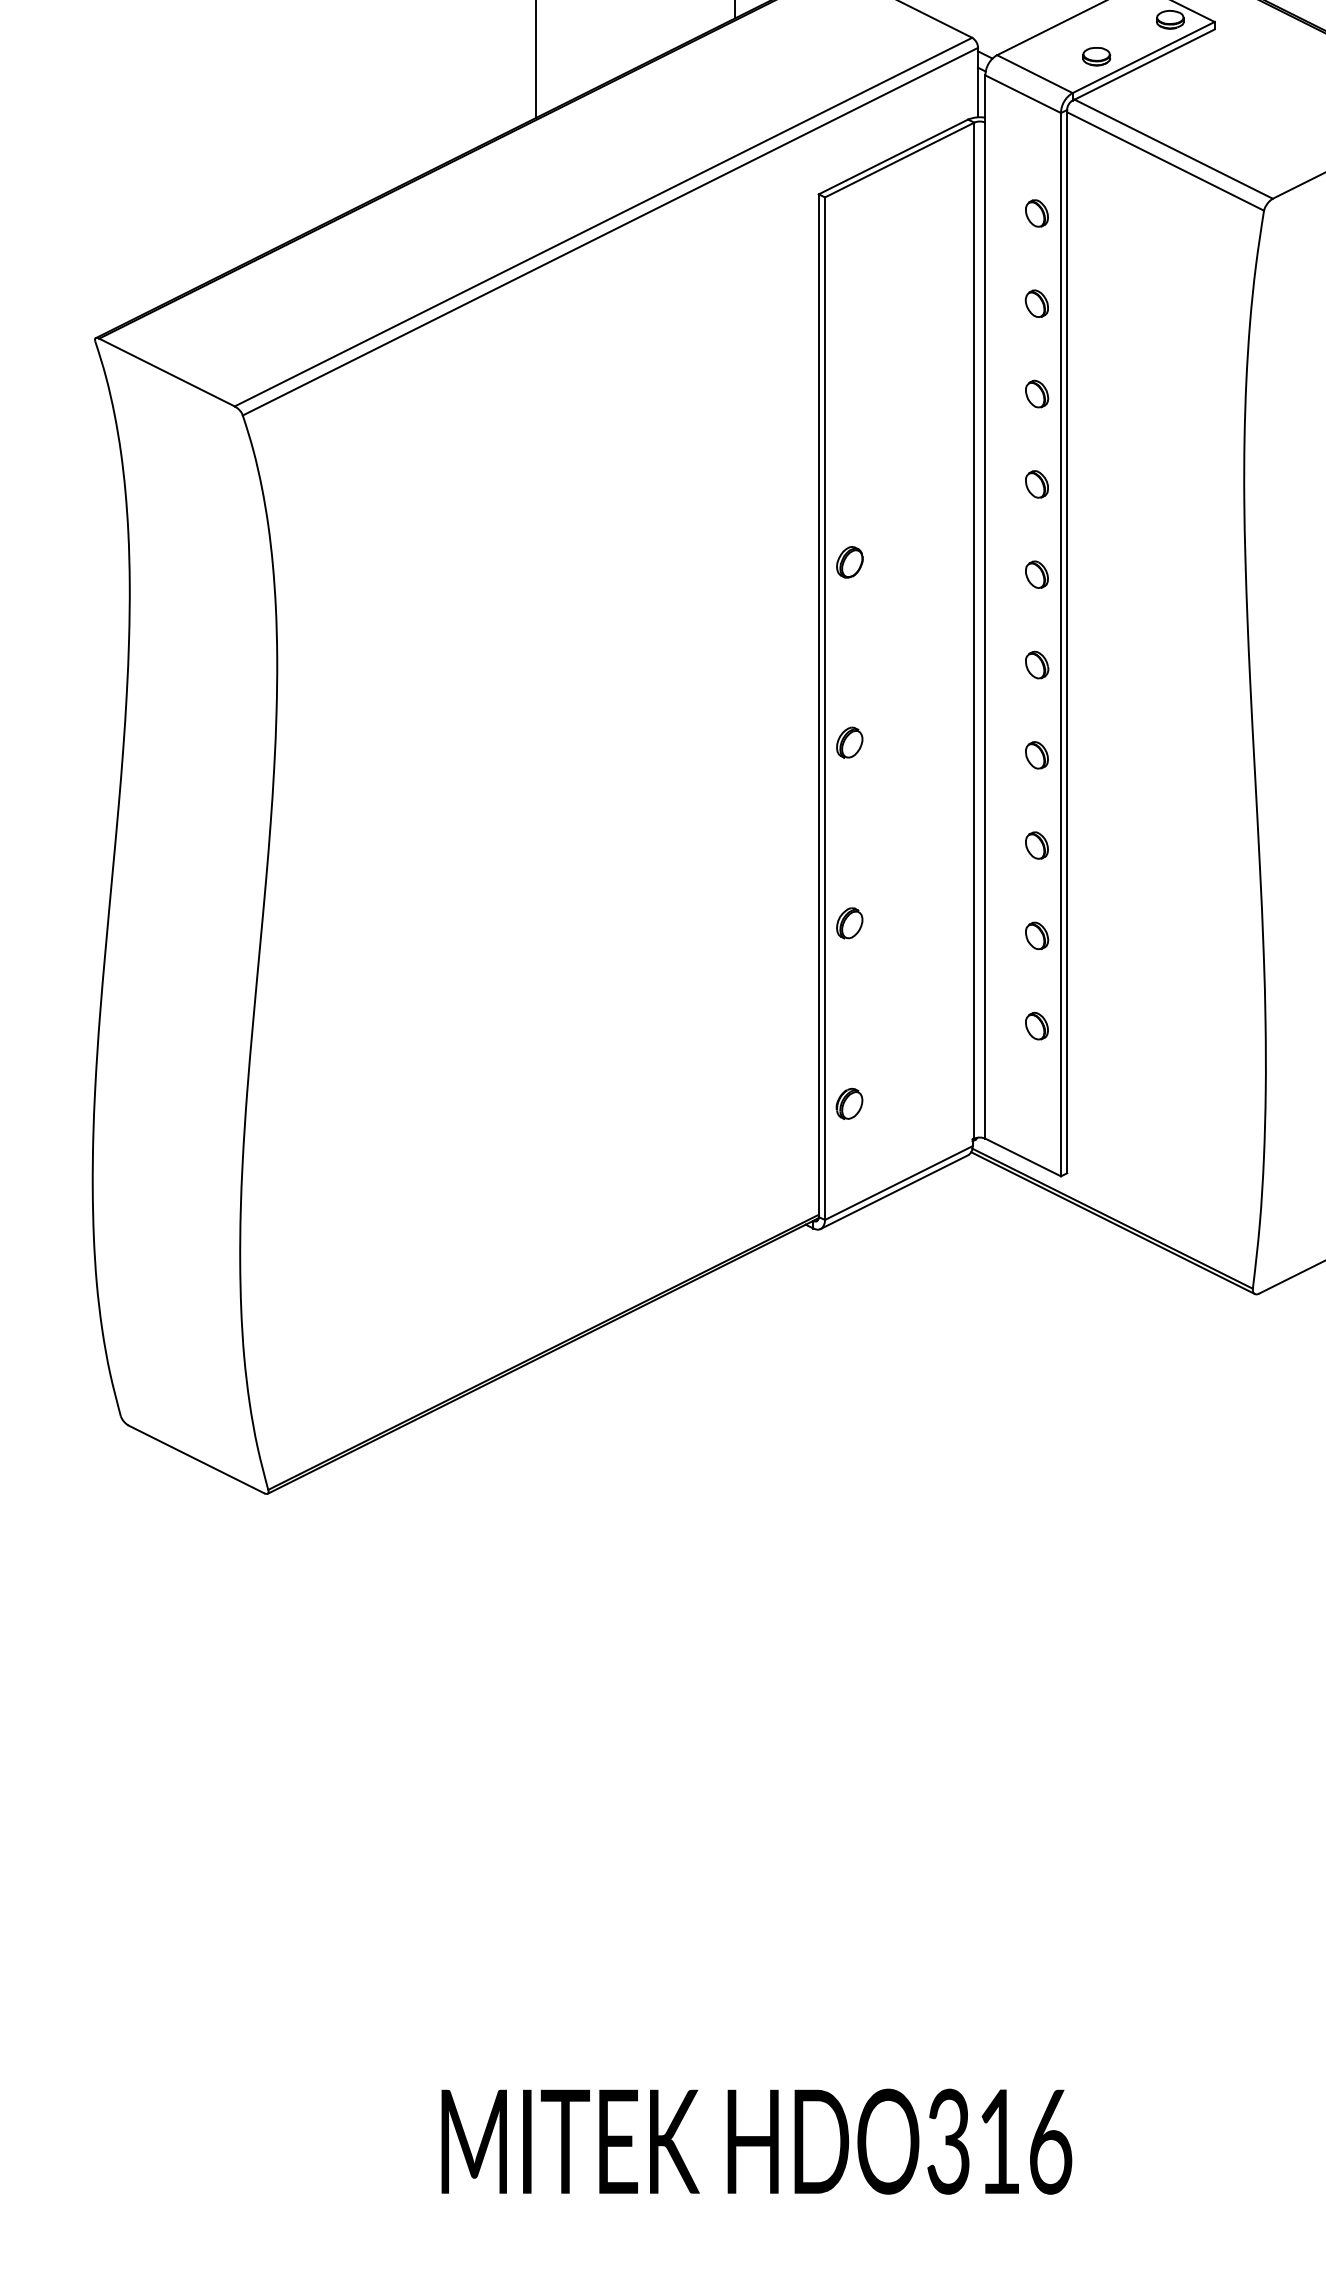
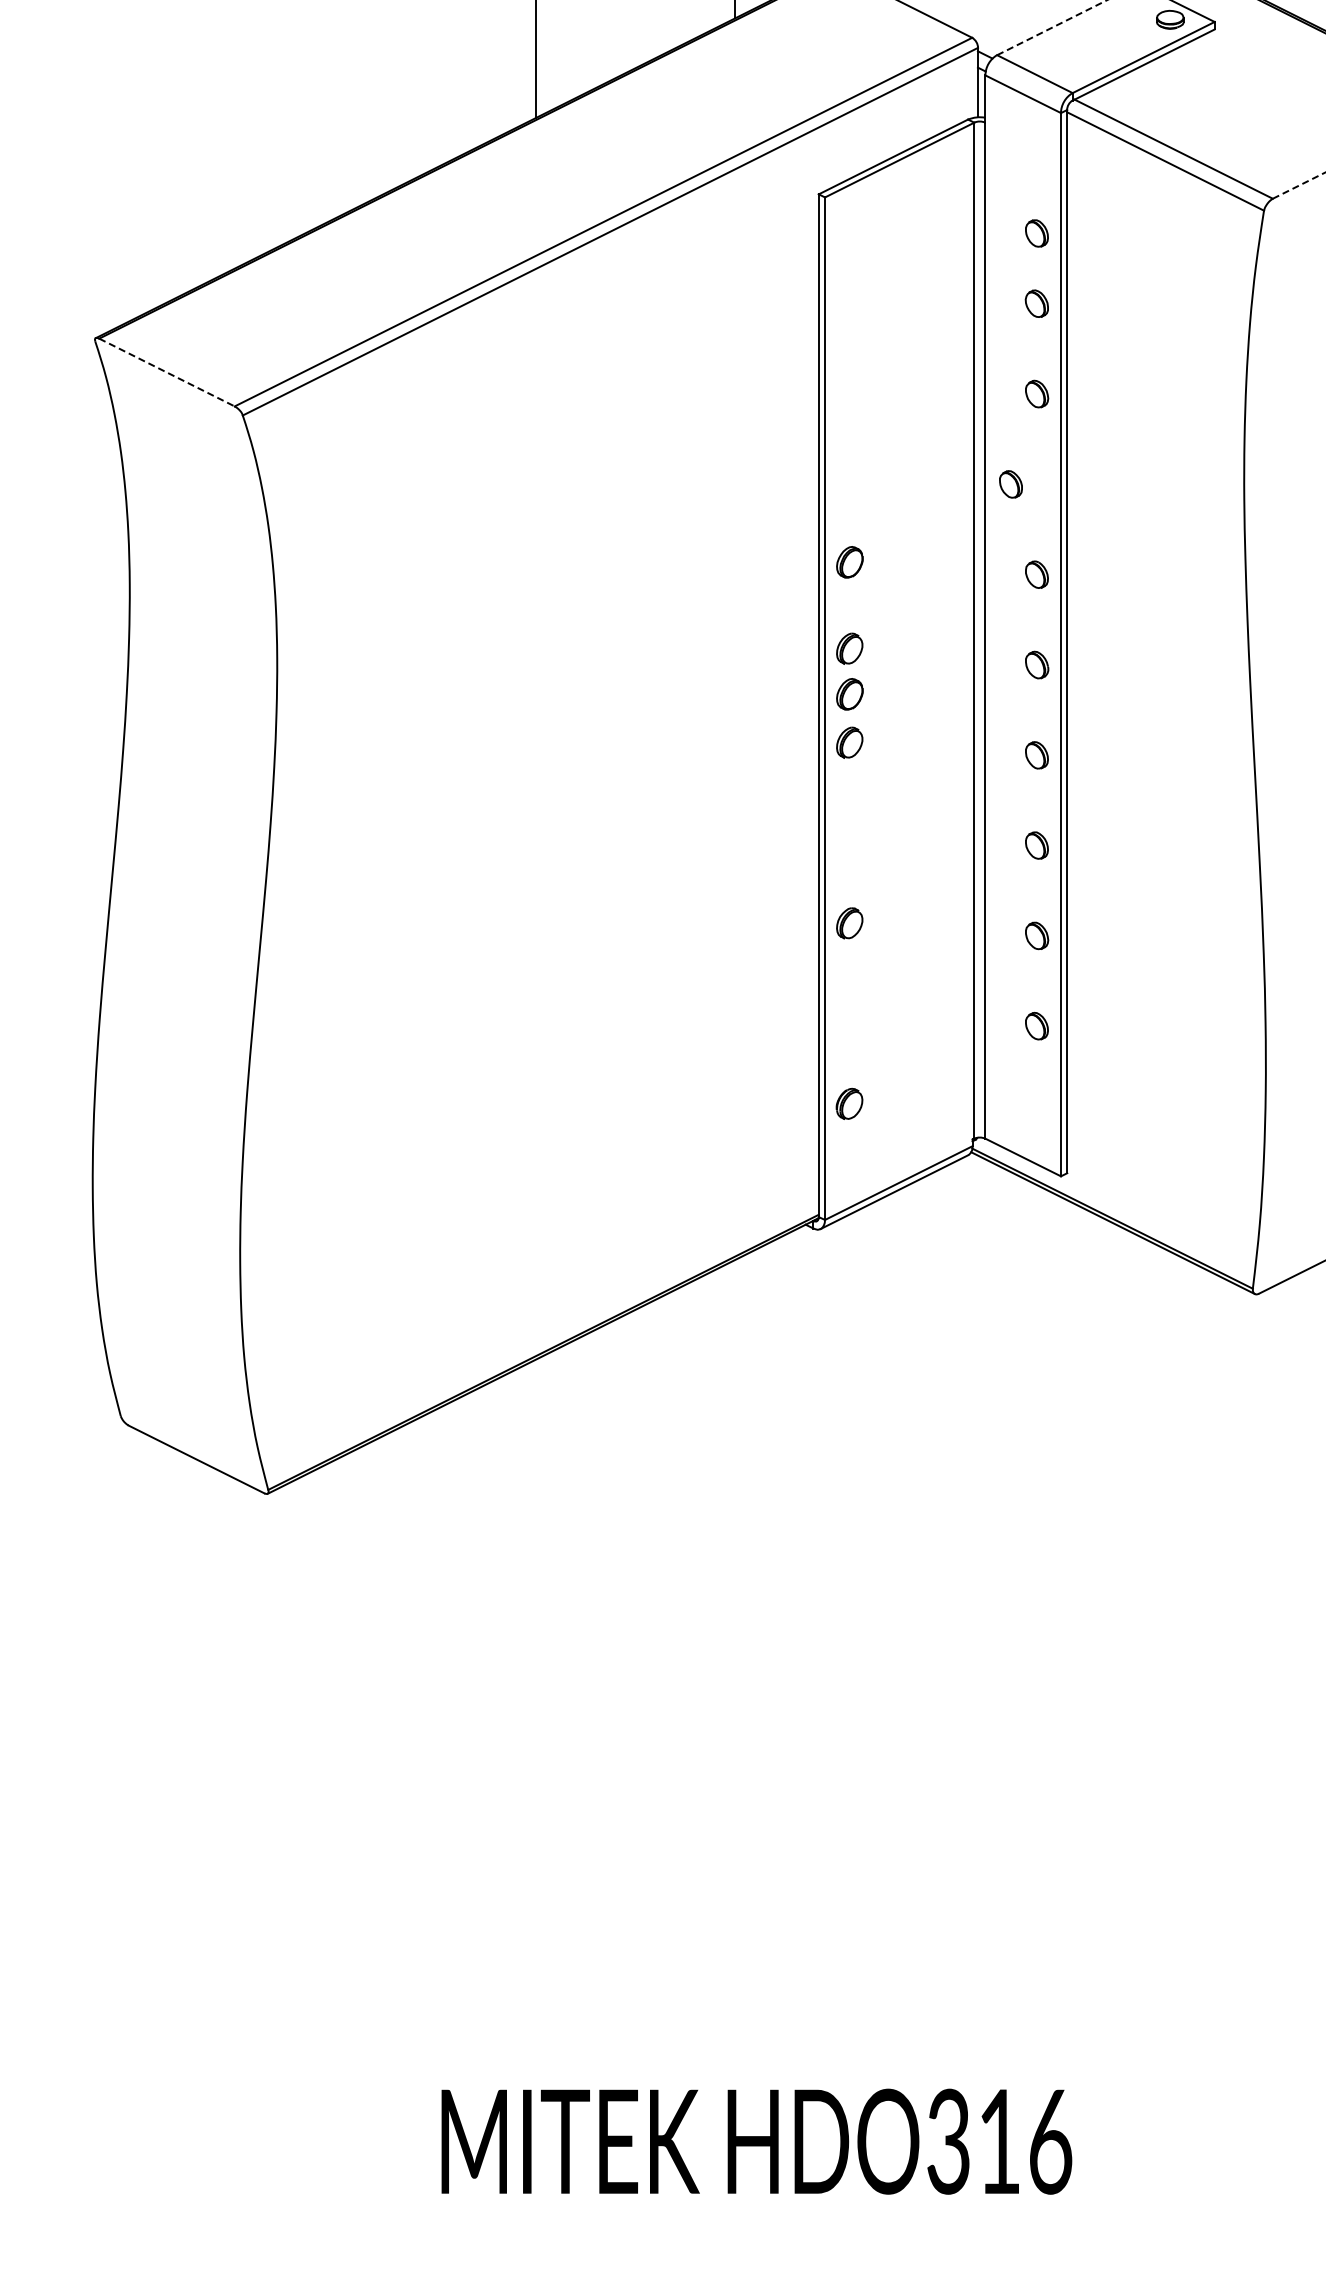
line at (1052, 27): solid -> dashed
part at (1096, 56): present -> none
line at (1299, 185): solid -> dashed
part at (1036, 213) position: (1036, 213) -> (1036, 233)
line at (167, 372): solid -> dashed
part at (1036, 484) position: (1036, 484) -> (1010, 484)
part at (849, 648): none -> present
part at (849, 694): none -> present
